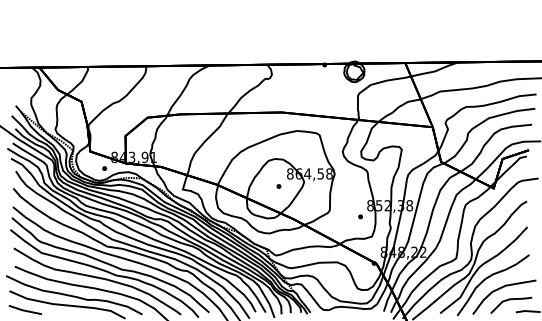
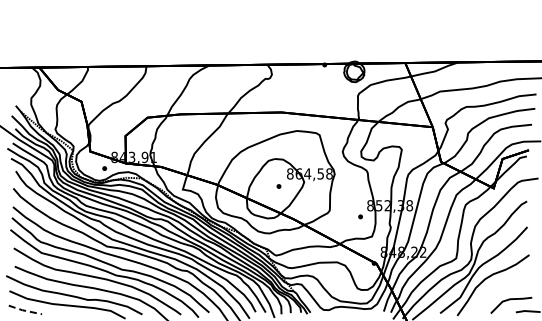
curve at (500, 289): present -> none
line at (24, 310): solid -> dashed
